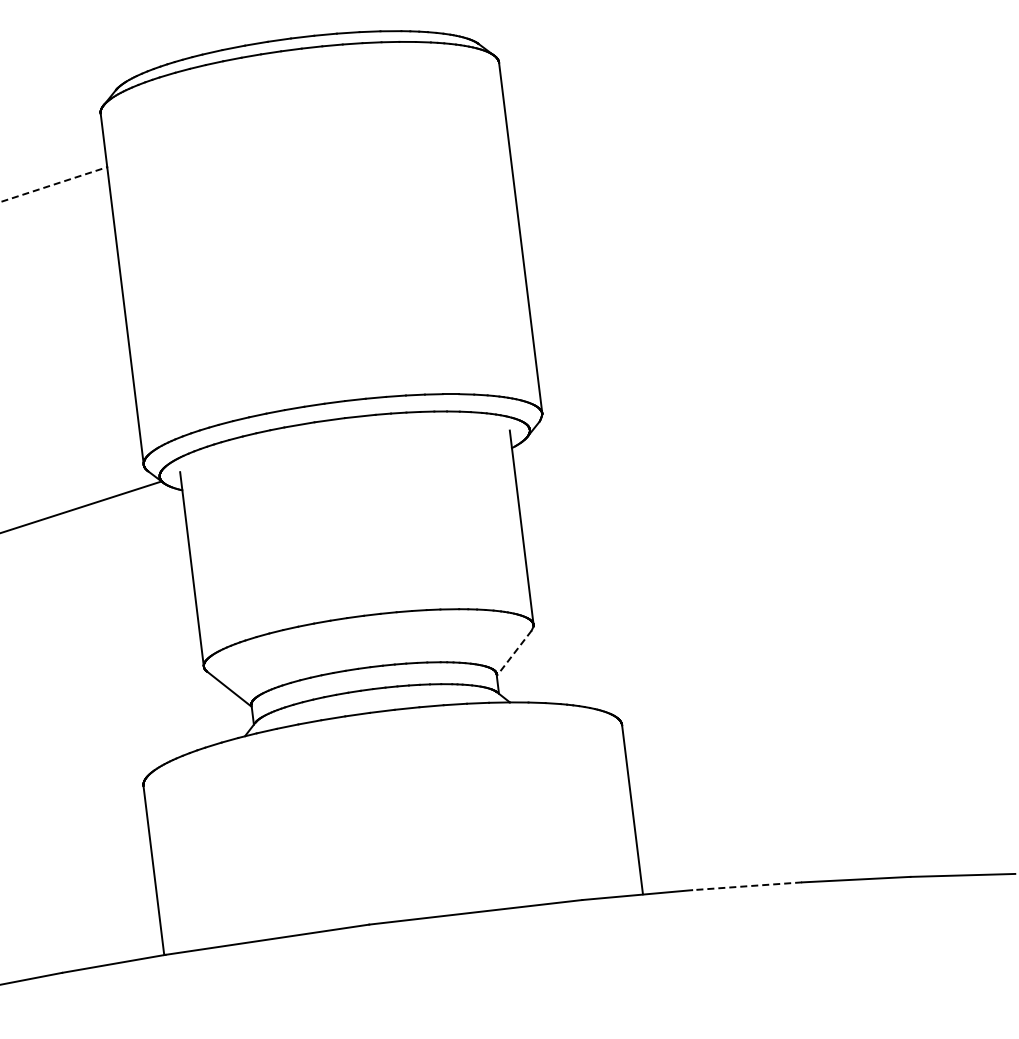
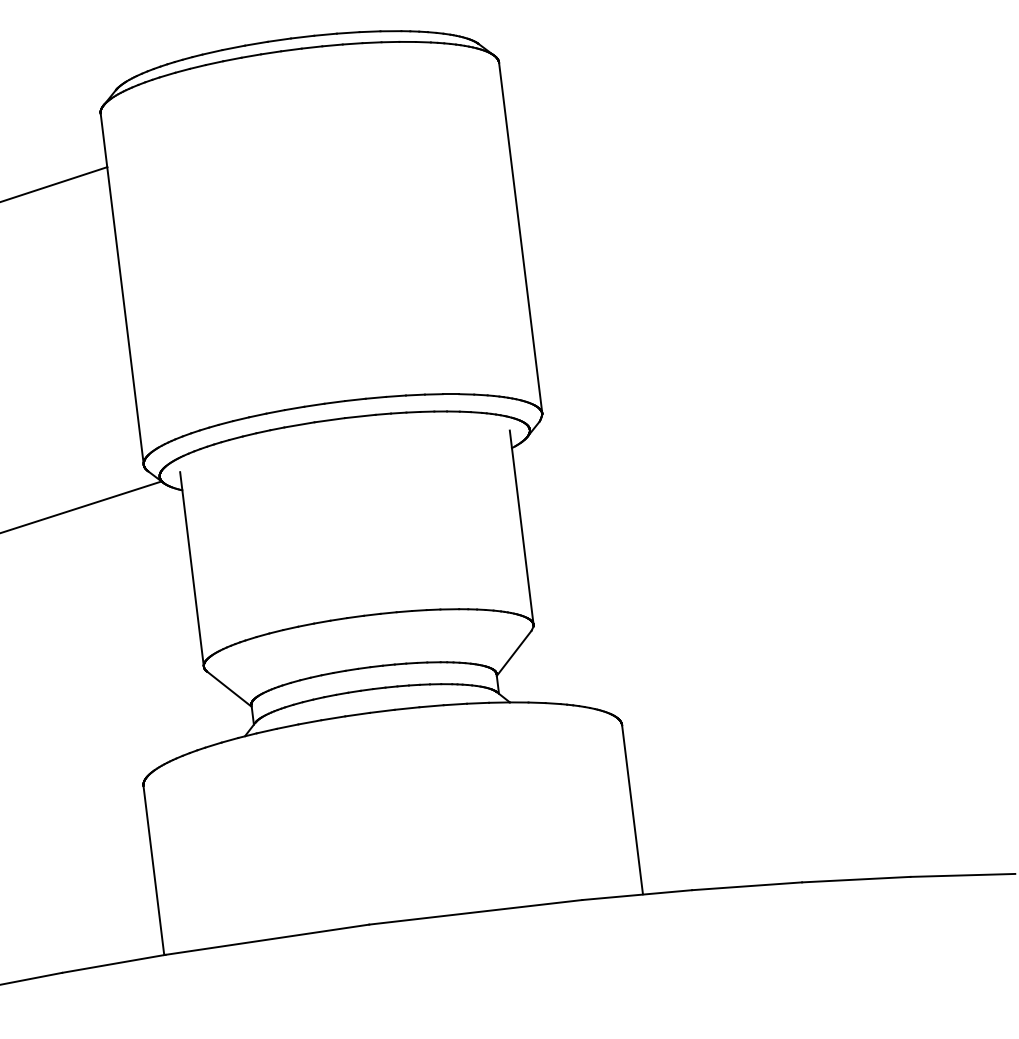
line at (54, 184): dashed -> solid
line at (514, 653): dashed -> solid
line at (746, 886): dashed -> solid
